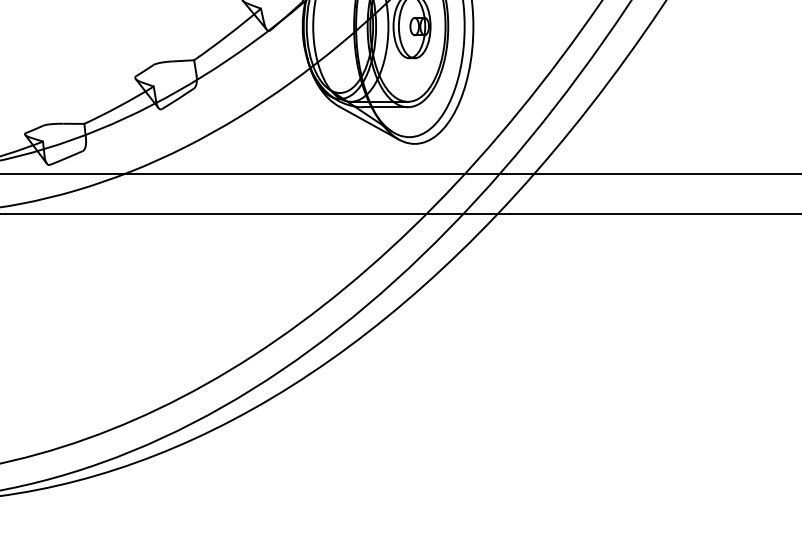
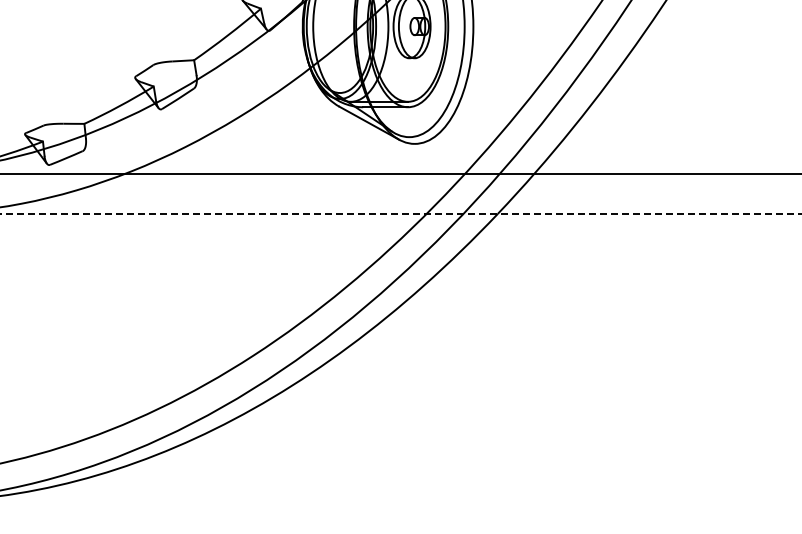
line at (400, 213): solid -> dashed
